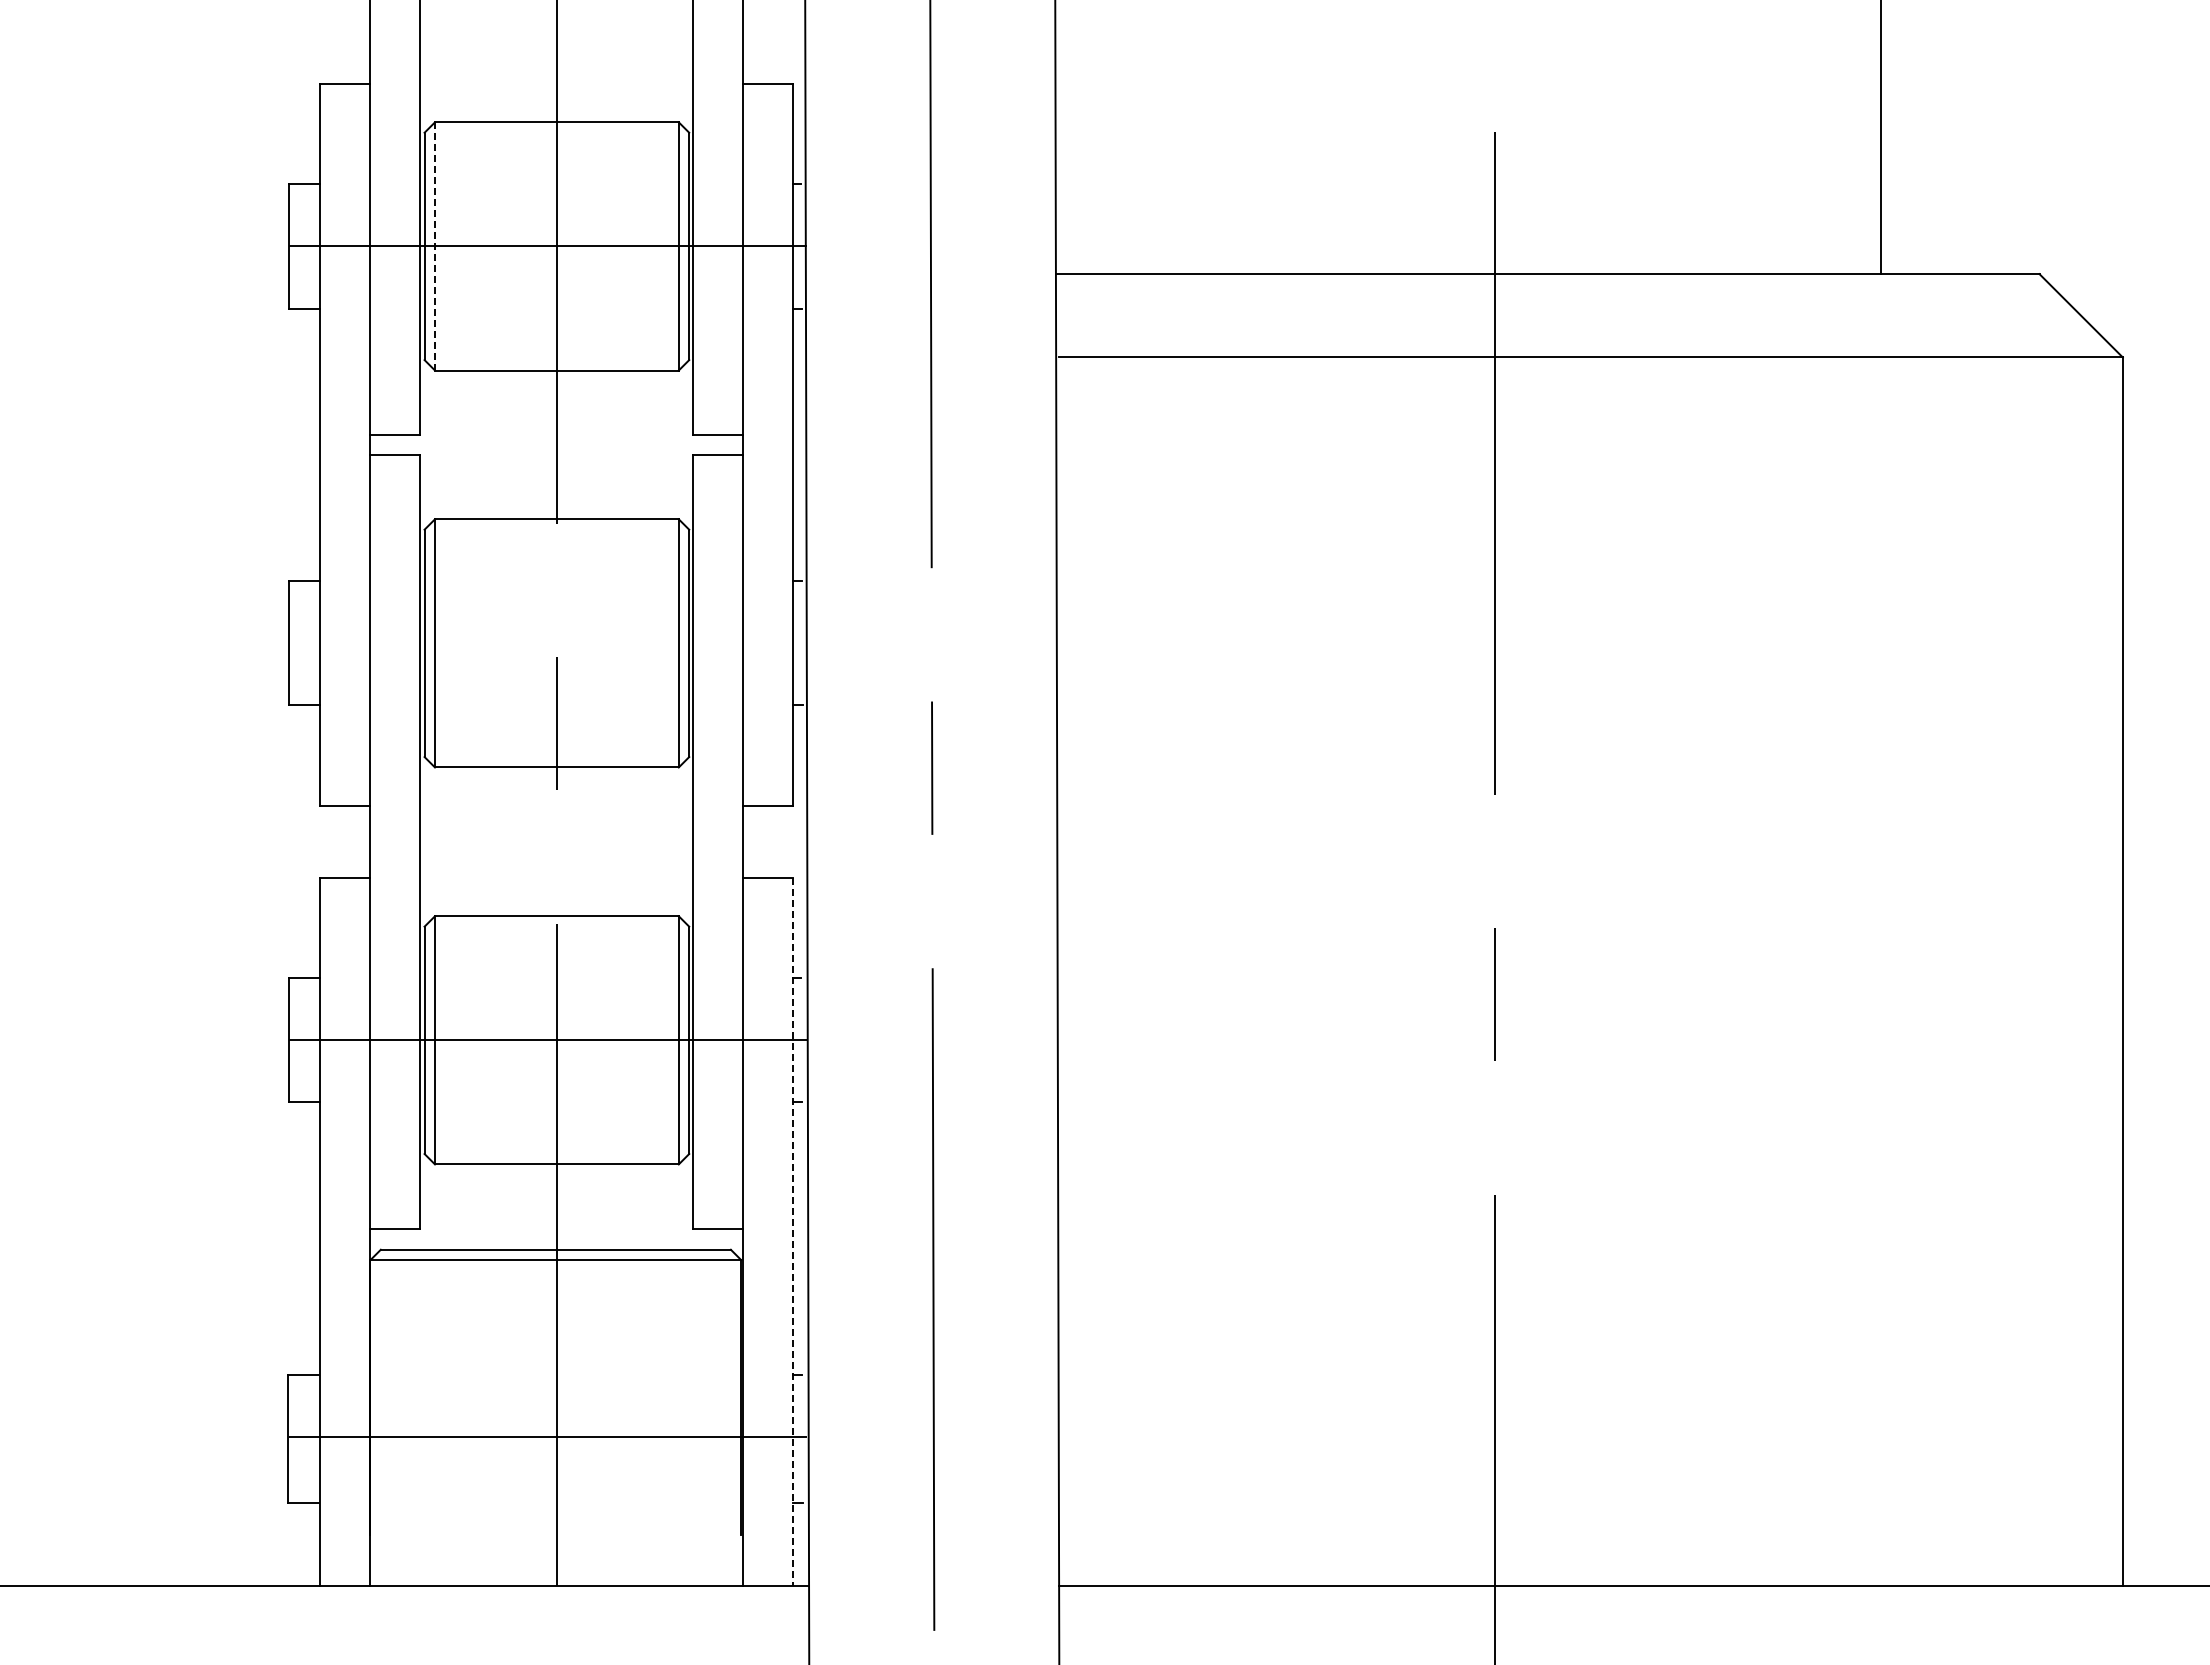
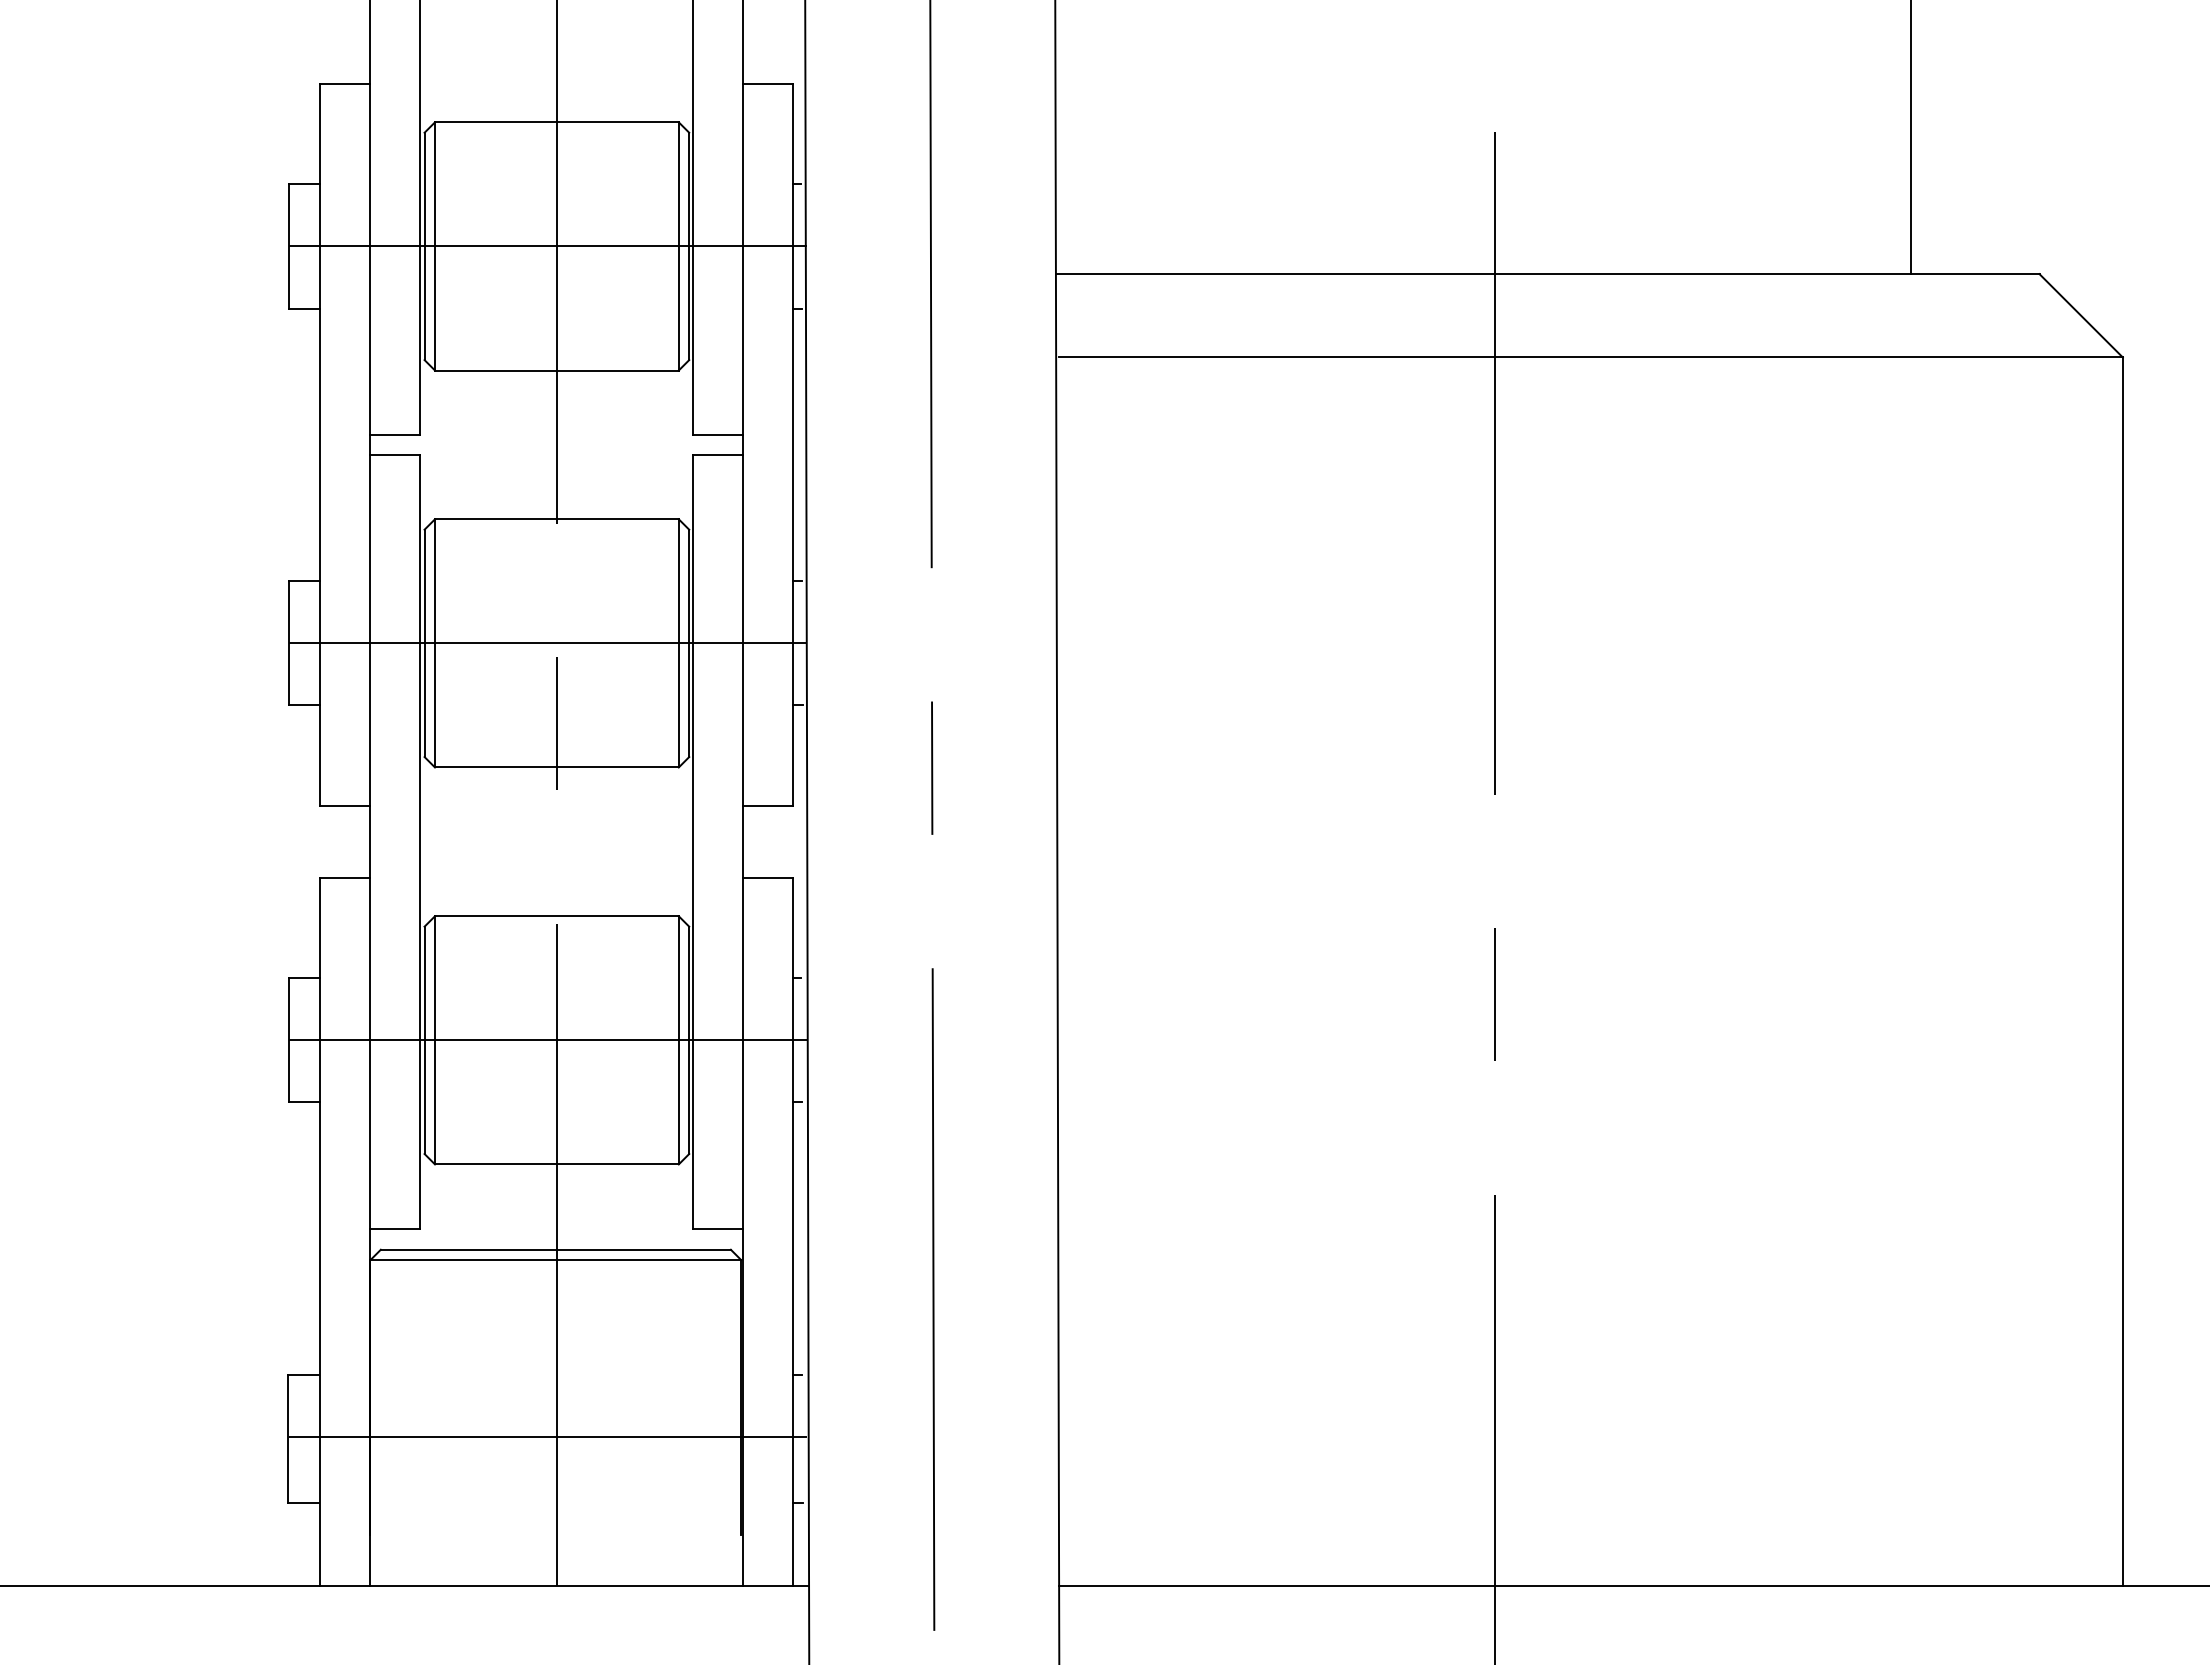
line at (1881, 138) position: (1881, 138) -> (1911, 138)
line at (435, 246): dashed -> solid
line at (547, 643): none -> present
line at (793, 1232): dashed -> solid
